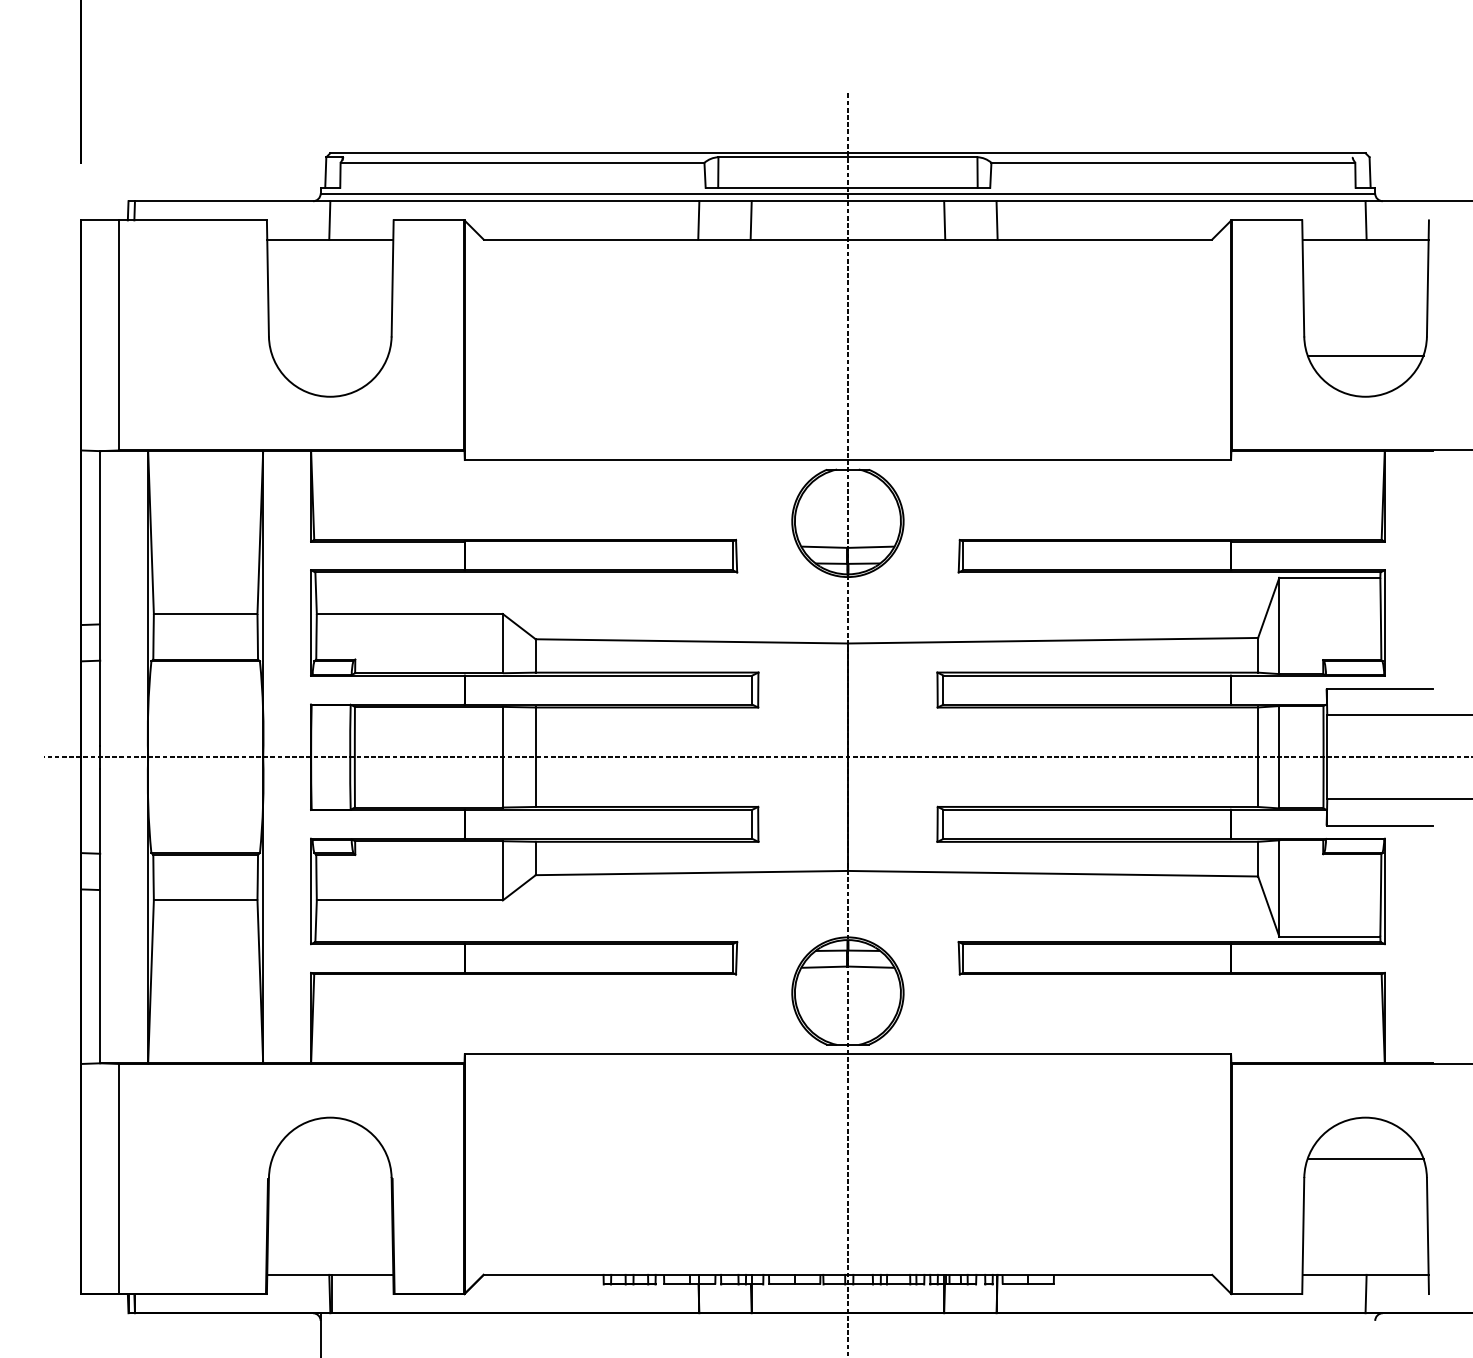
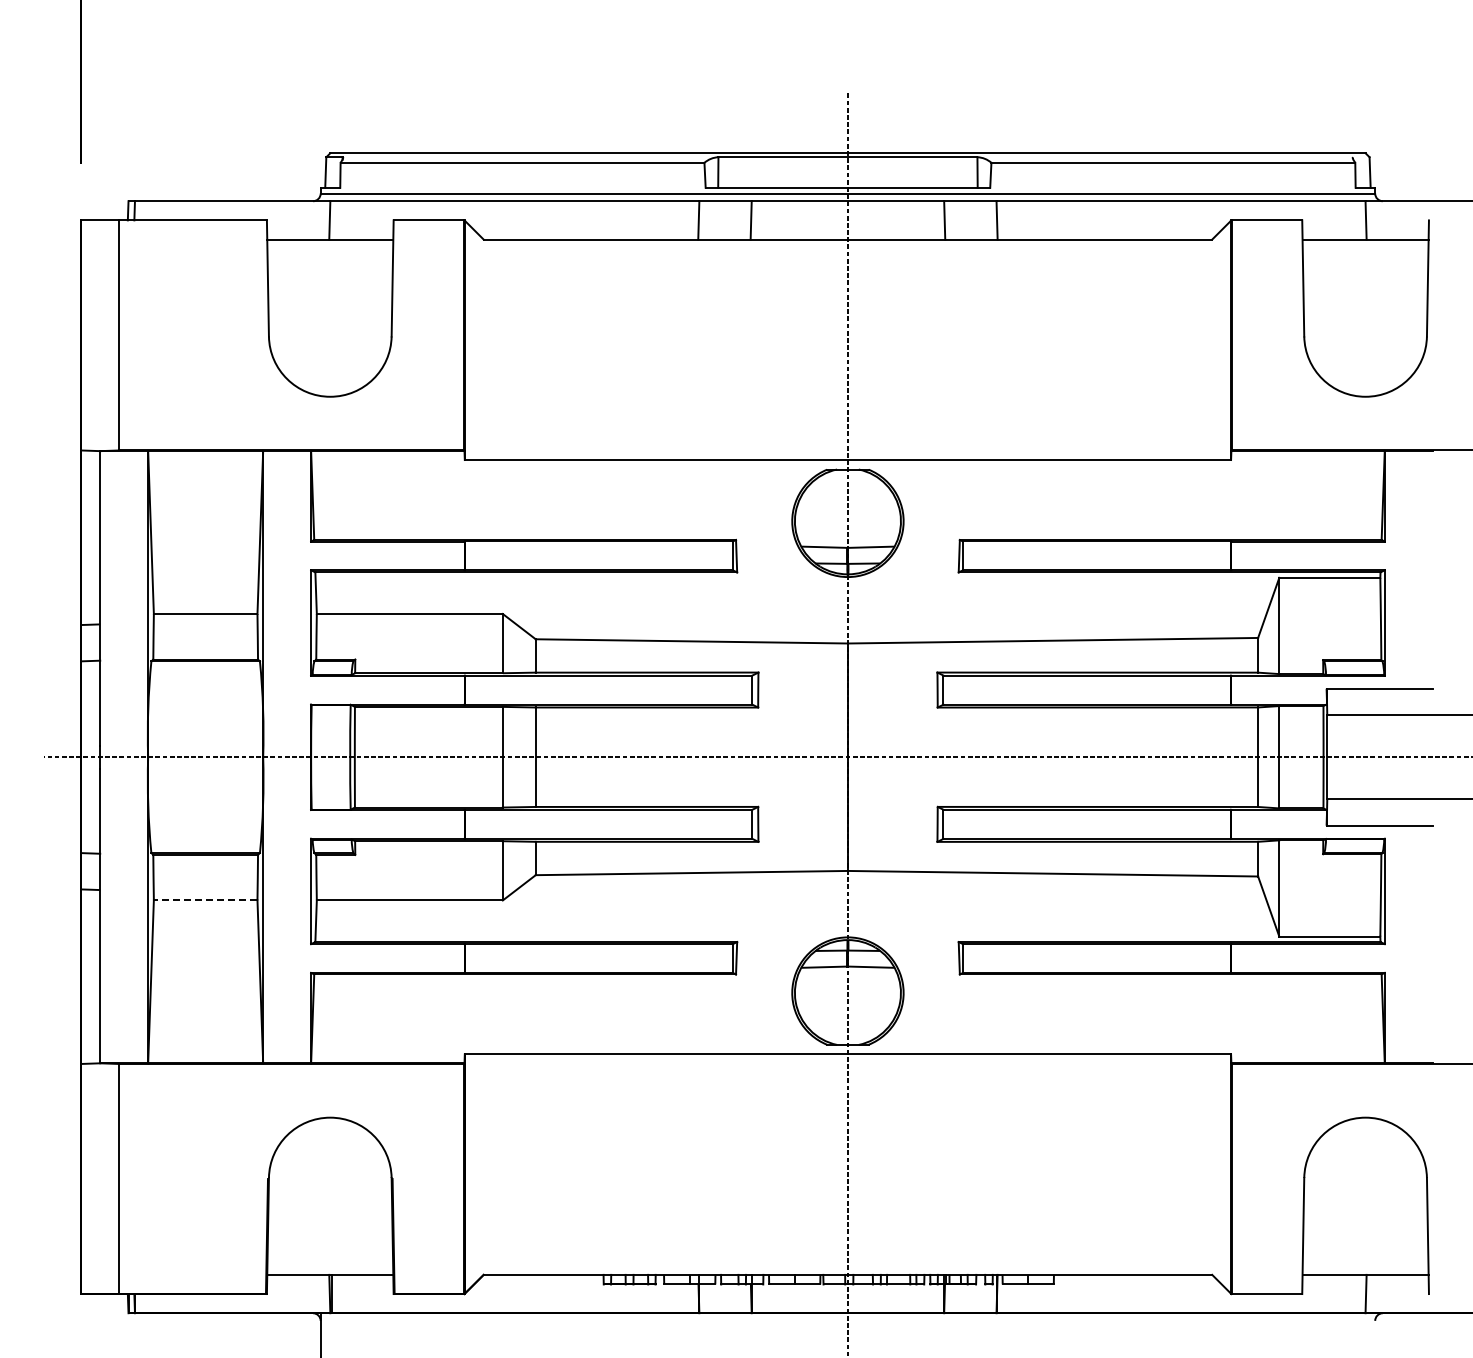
line at (1365, 355): present -> none
line at (205, 900): solid -> dashed
line at (1365, 1158): present -> none
